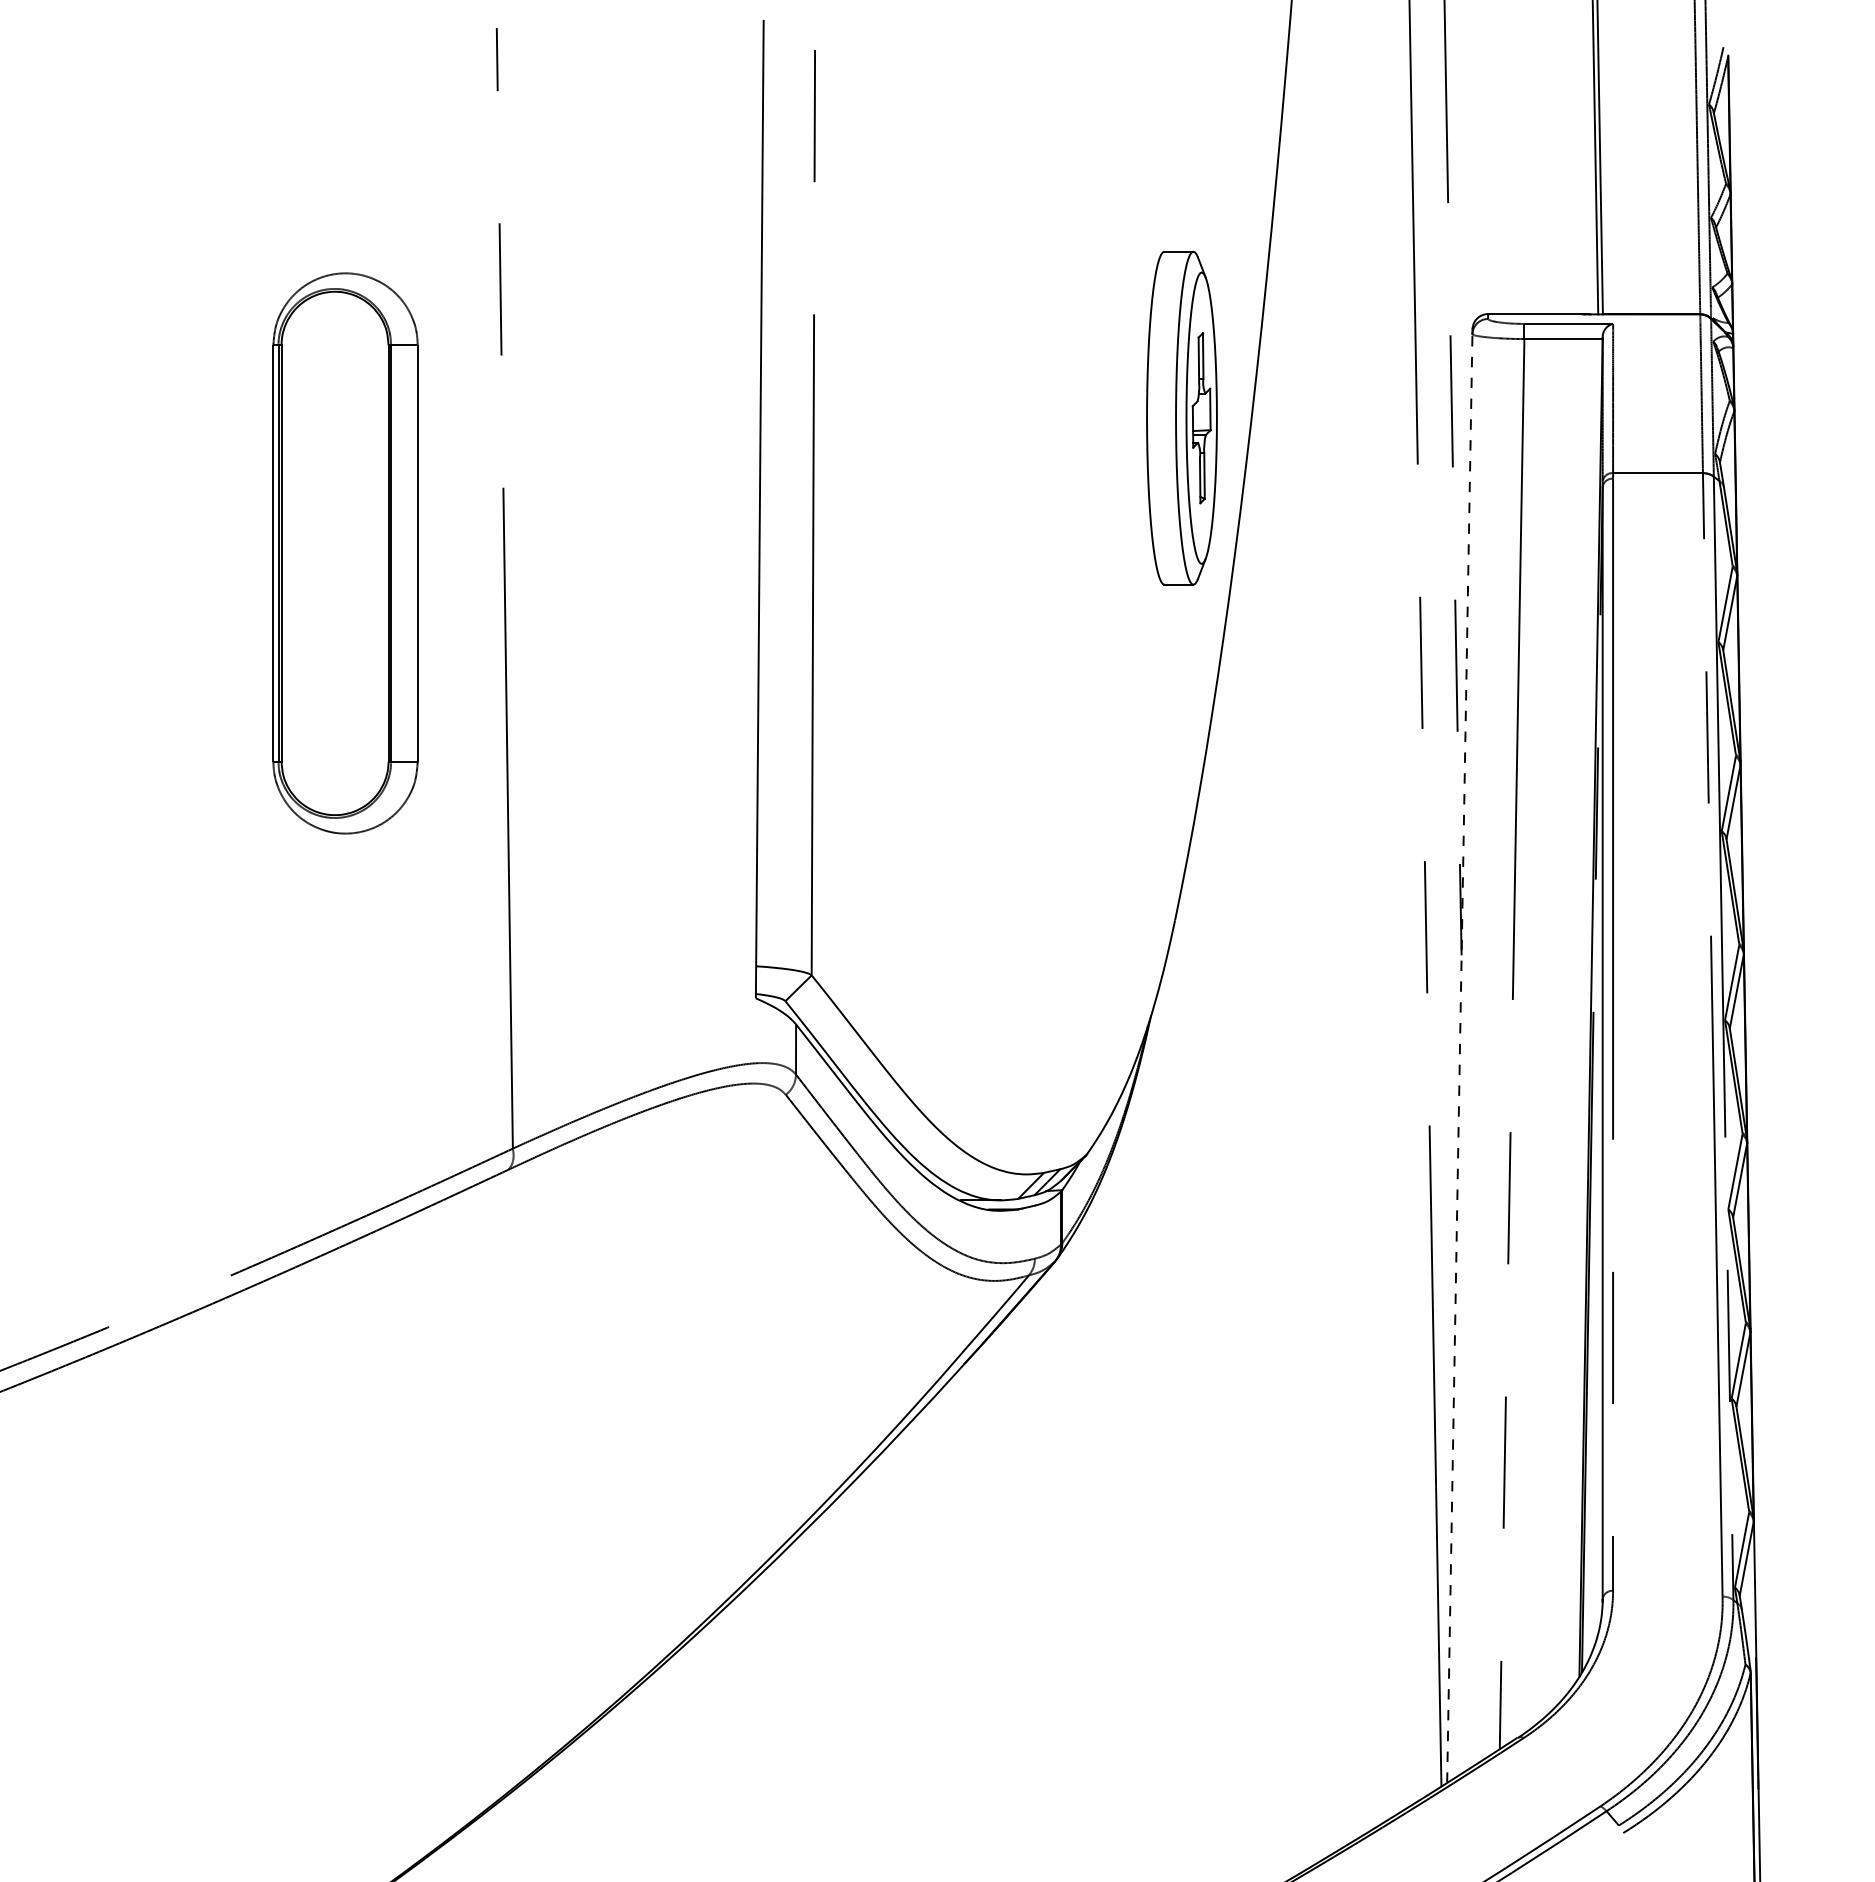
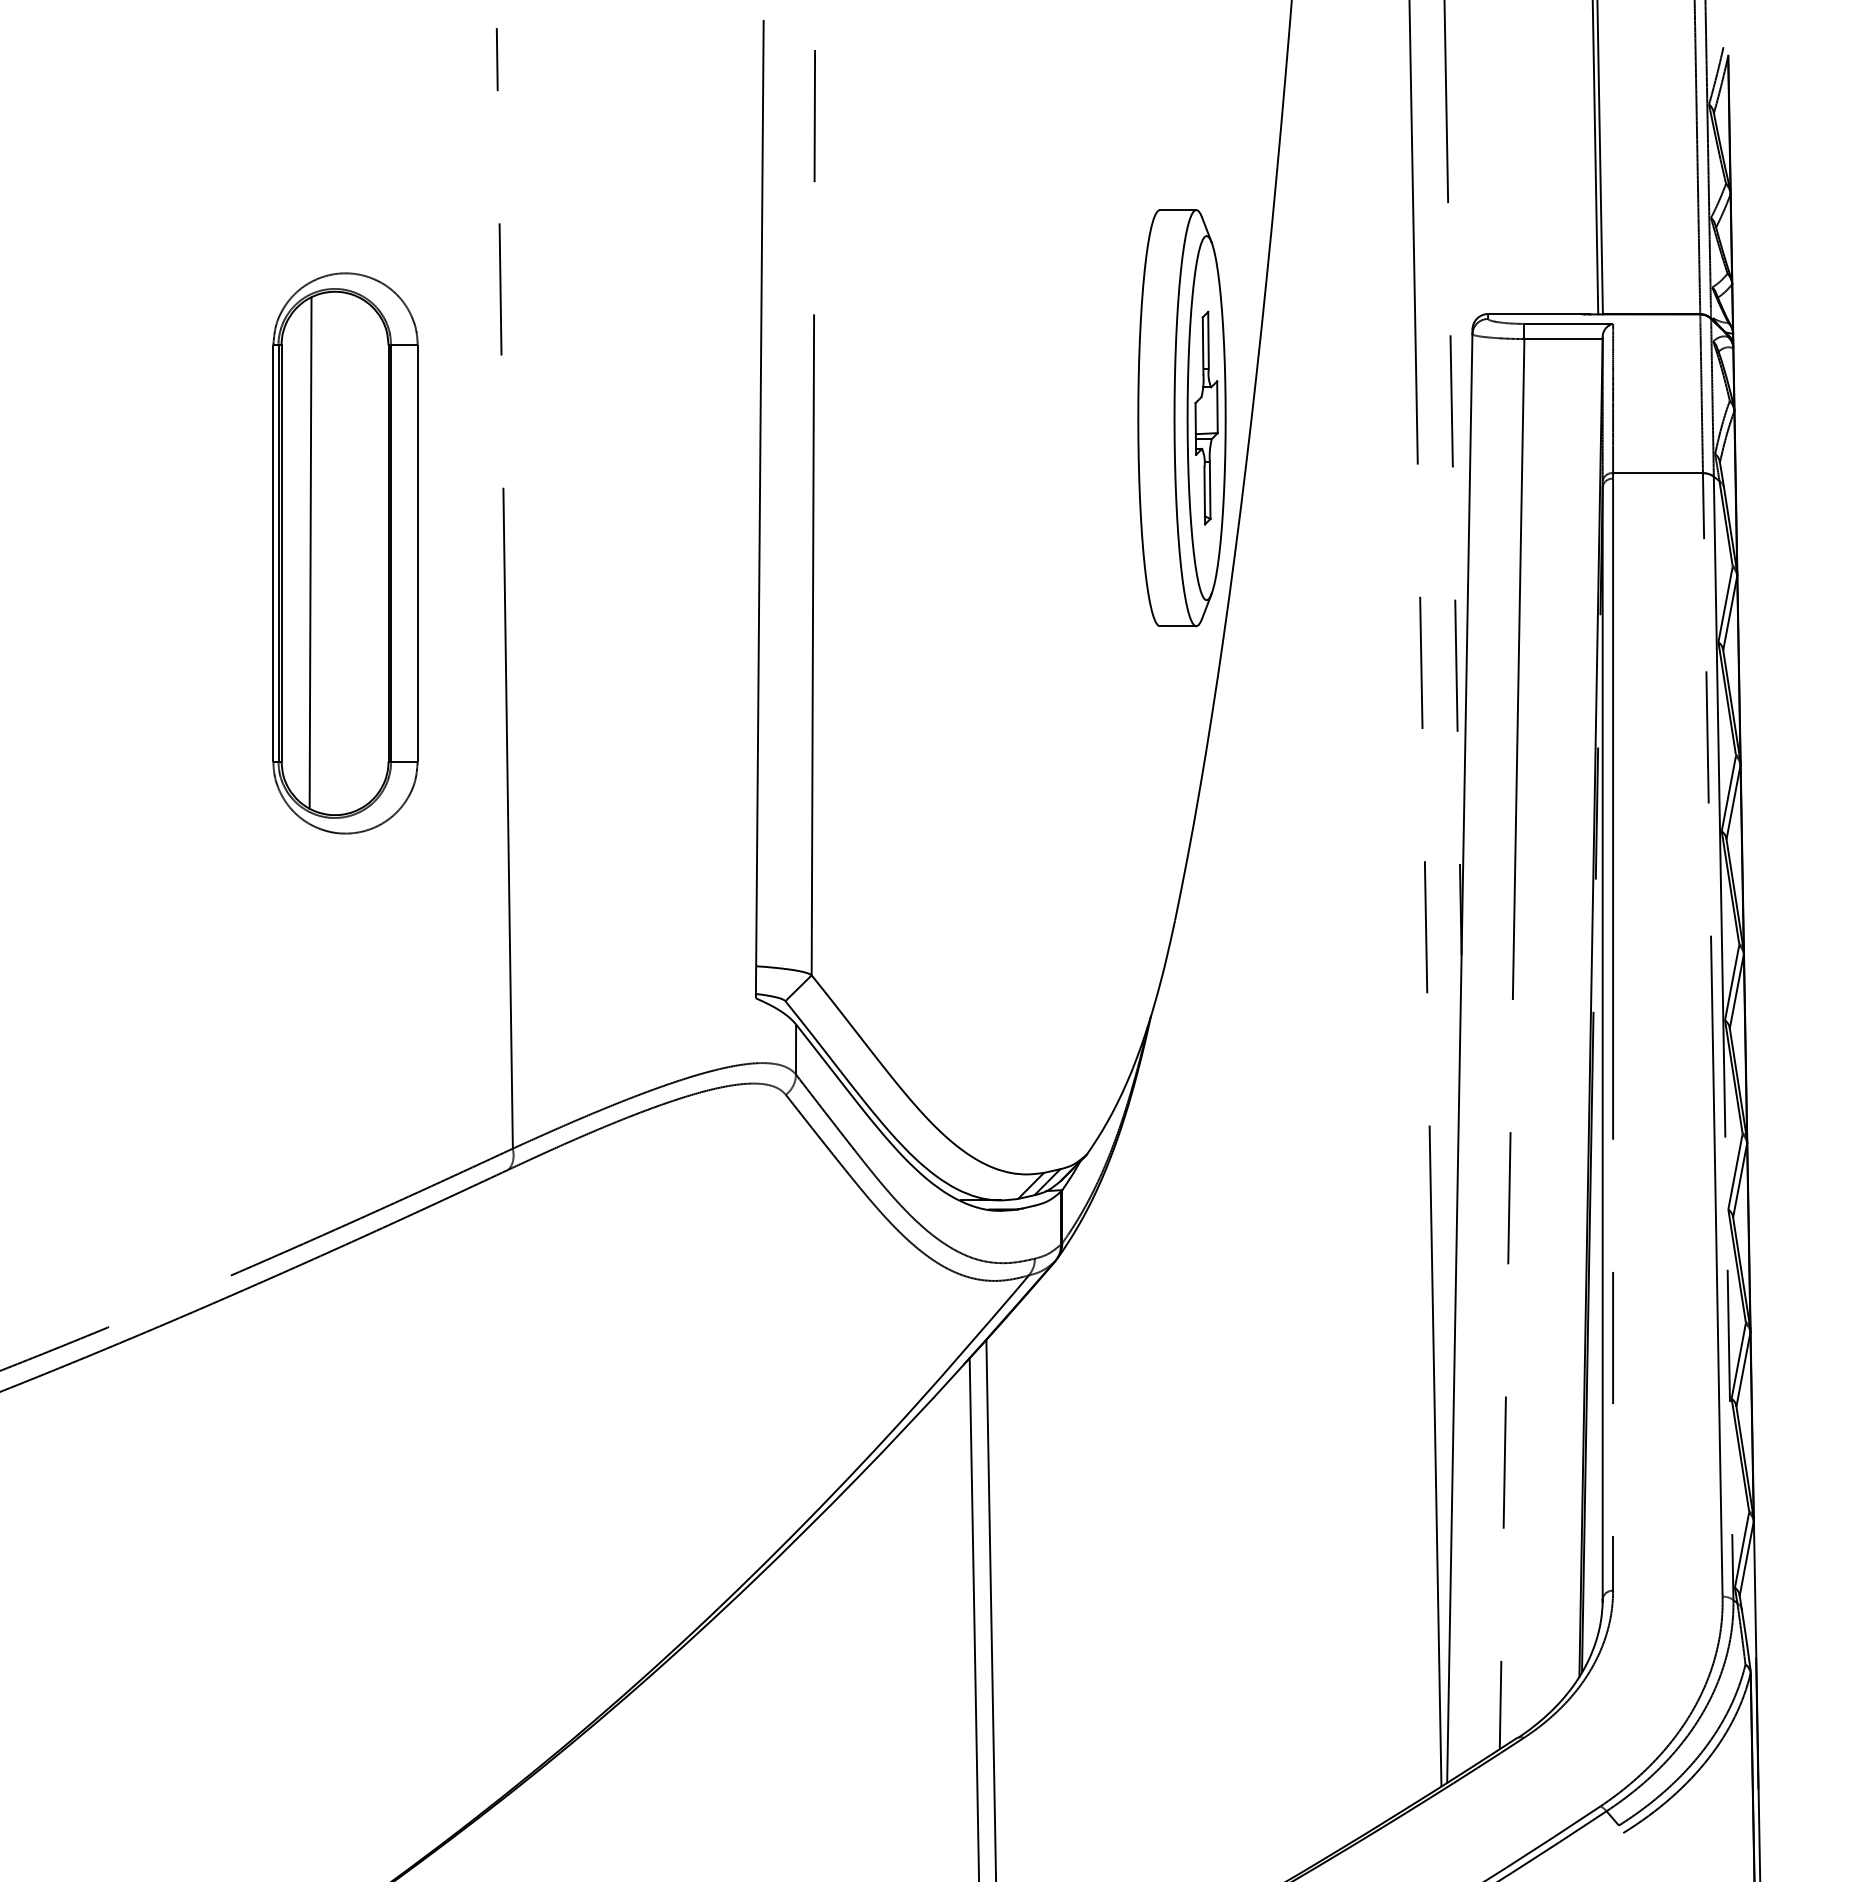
part at (1181, 417) size: 72x336 px -> 90x419 px
line at (310, 552): none -> present
line at (1459, 1058): dashed -> solid
line at (991, 1608): none -> present
line at (974, 1618): none -> present
